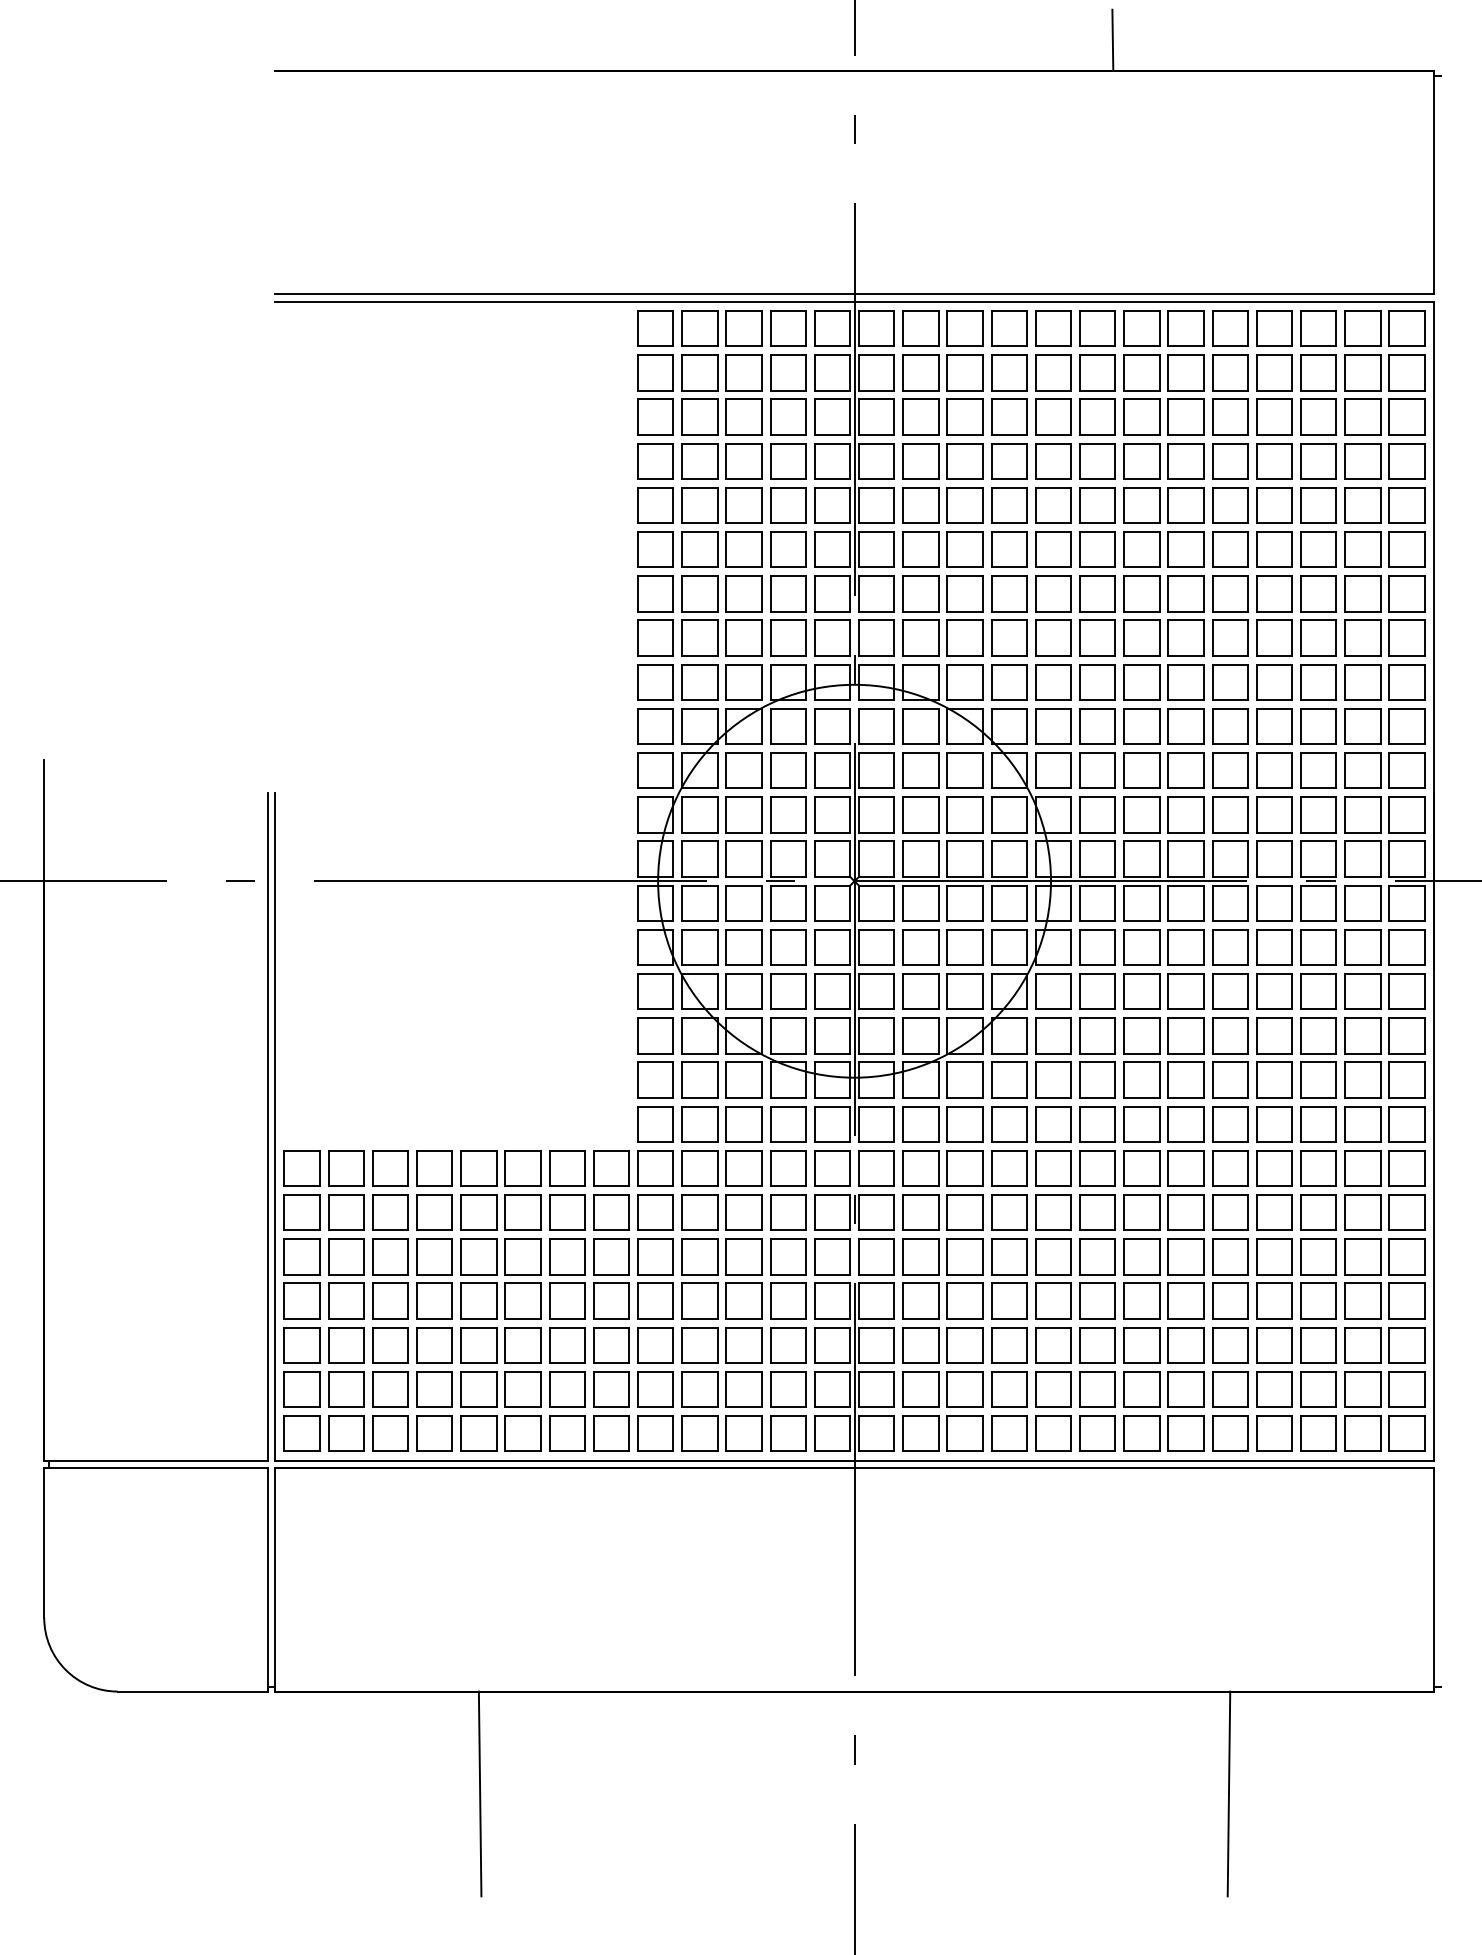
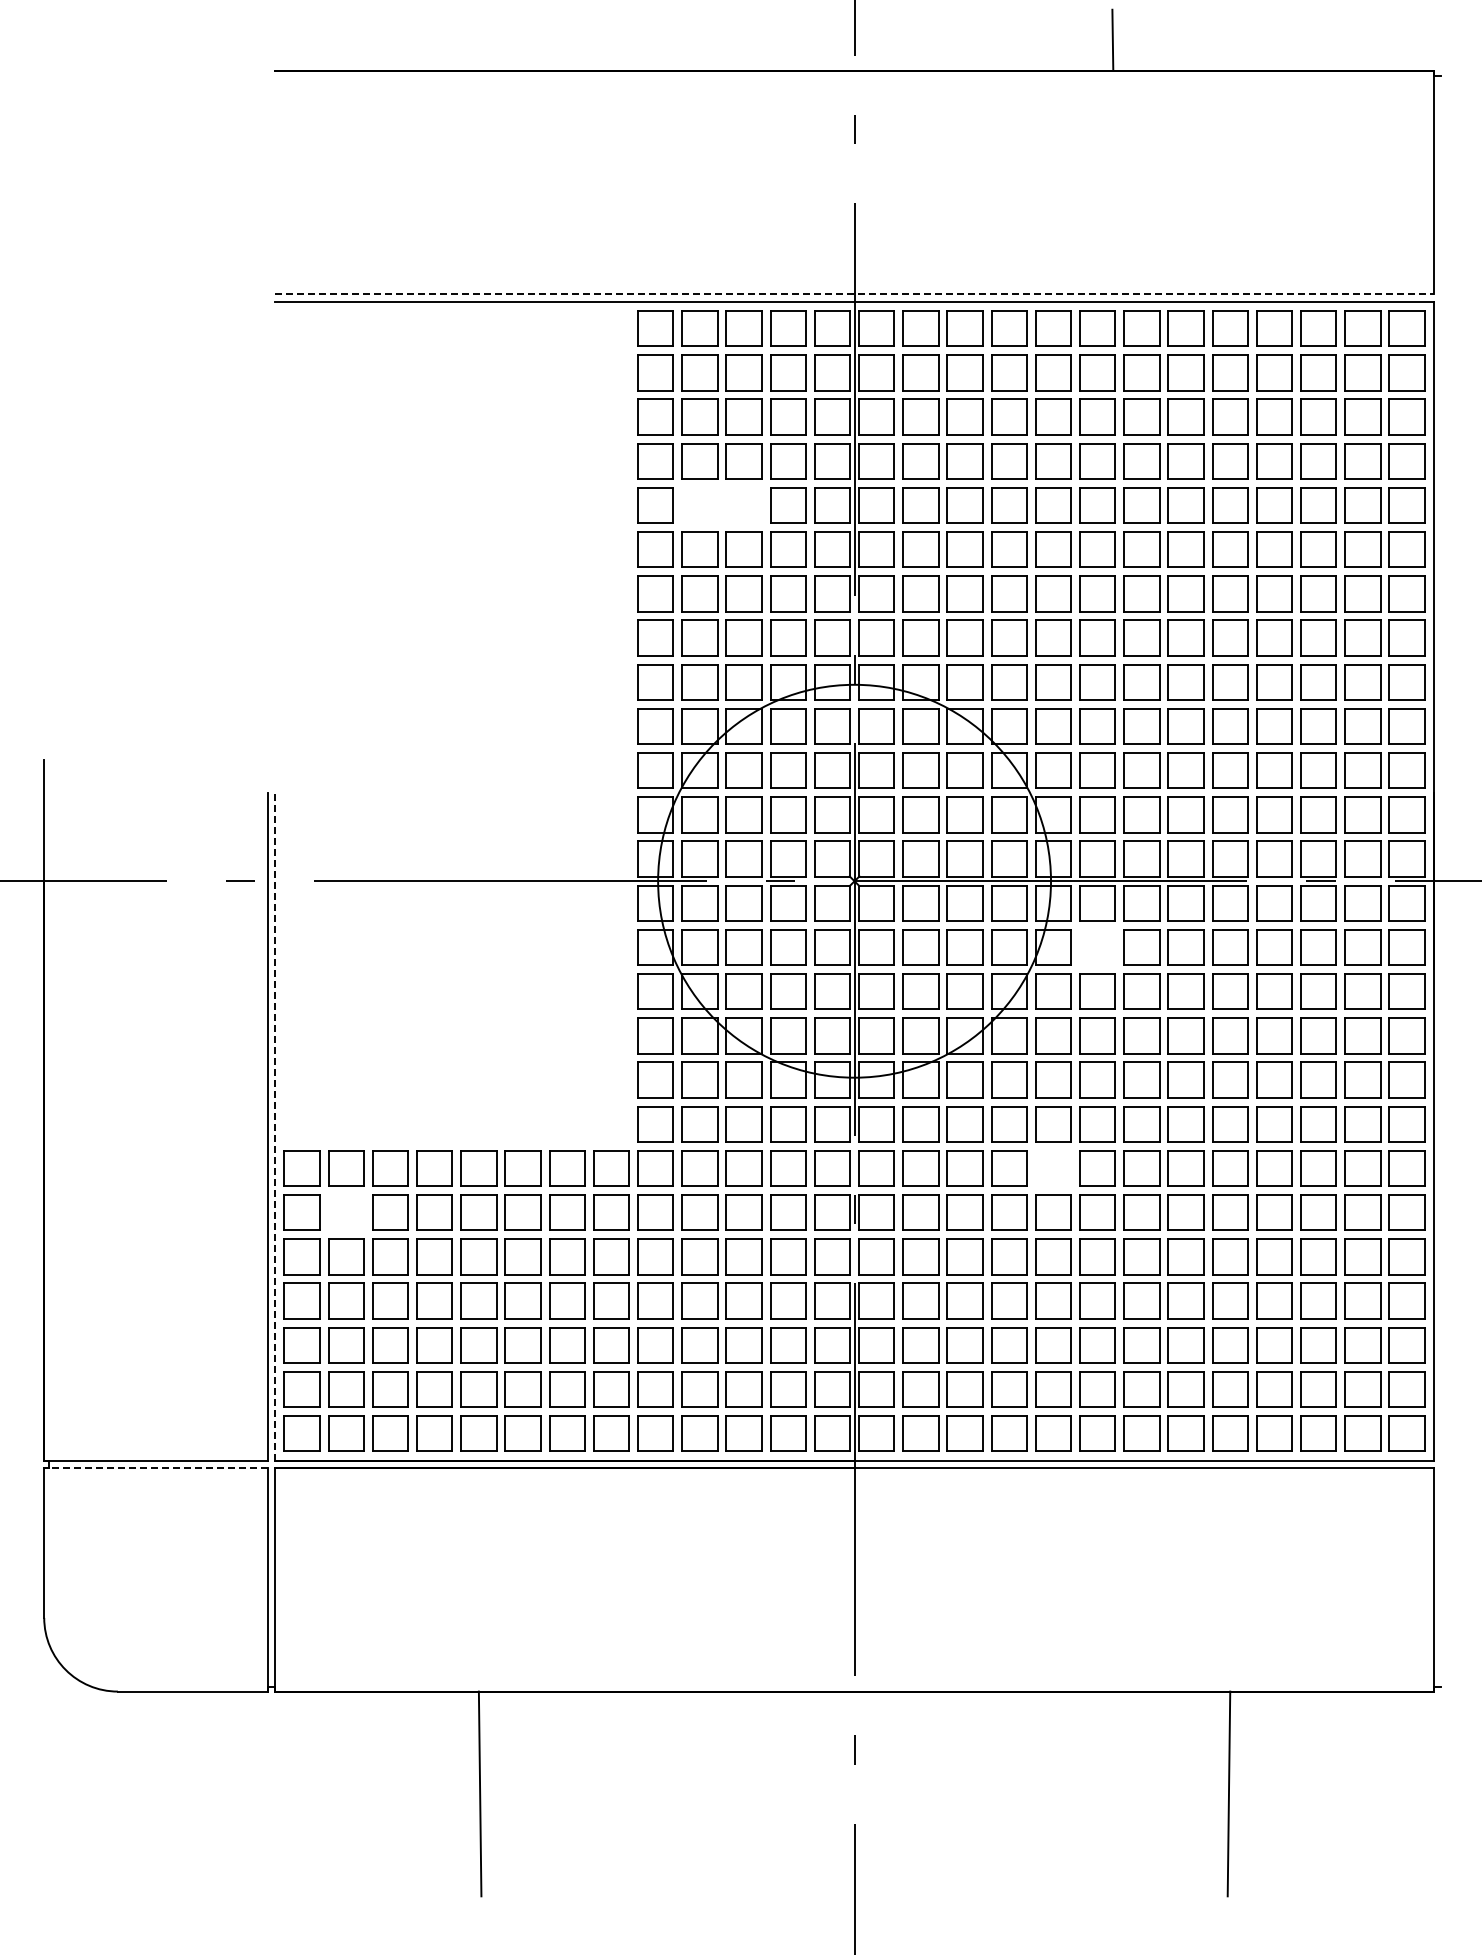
line at (854, 294): solid -> dashed
part at (721, 505): present -> none
part at (1097, 947): present -> none
line at (275, 1127): solid -> dashed
part at (1053, 1168): present -> none
part at (346, 1212): present -> none
line at (155, 1468): solid -> dashed
